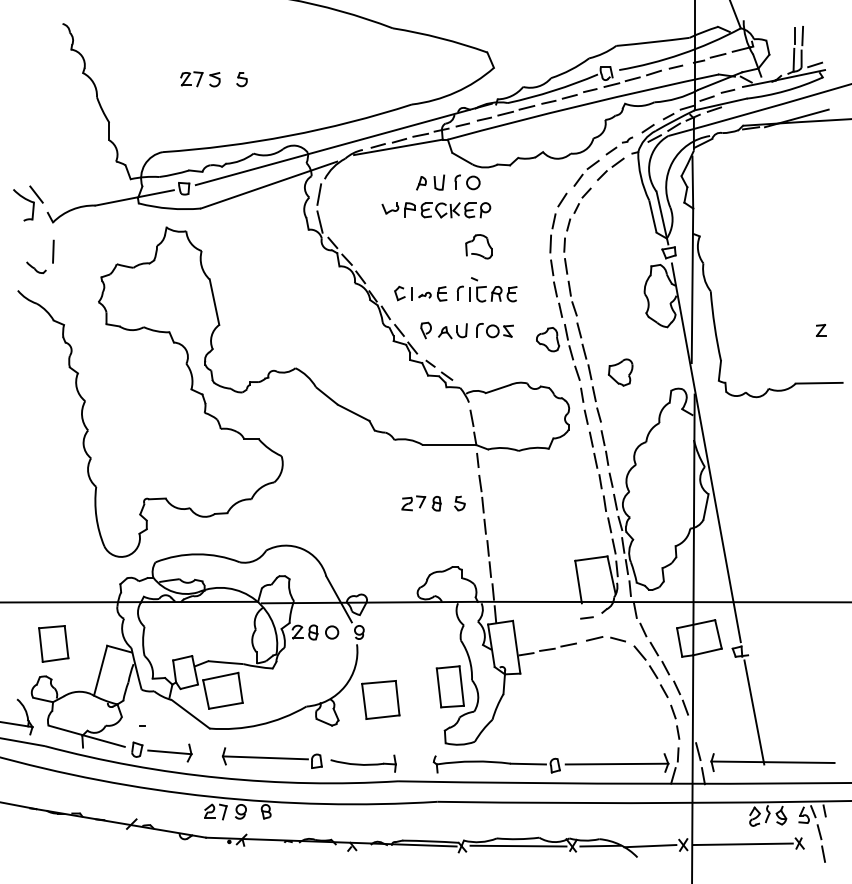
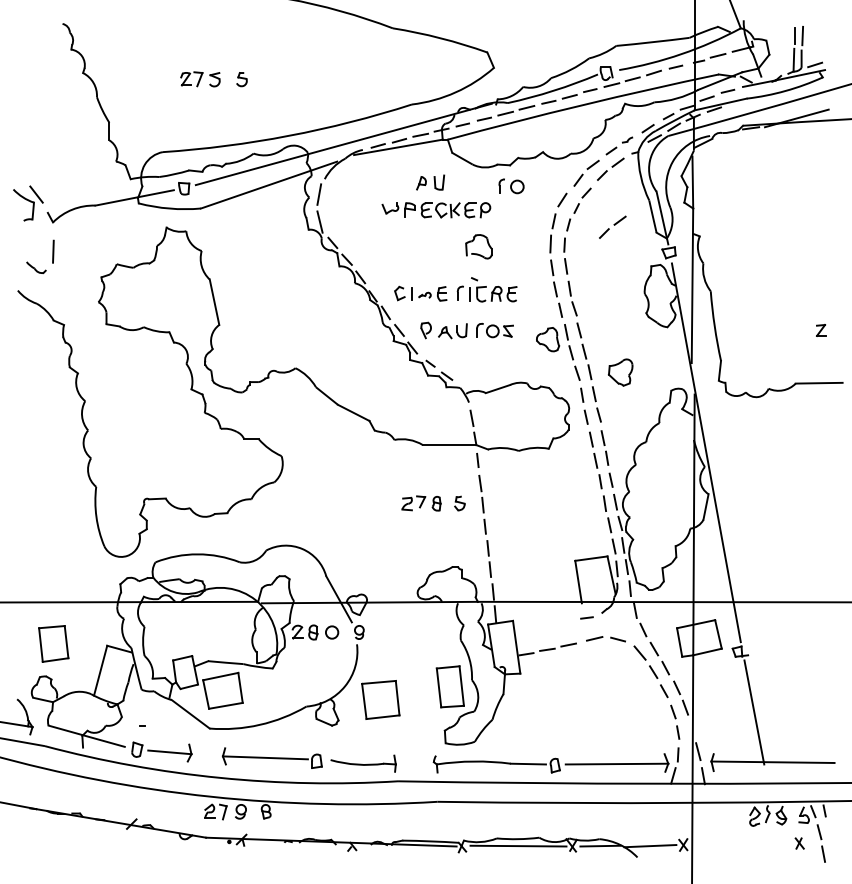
part at (467, 182) position: (467, 182) -> (511, 186)
part at (612, 226): none -> present
line at (742, 844): present -> none
